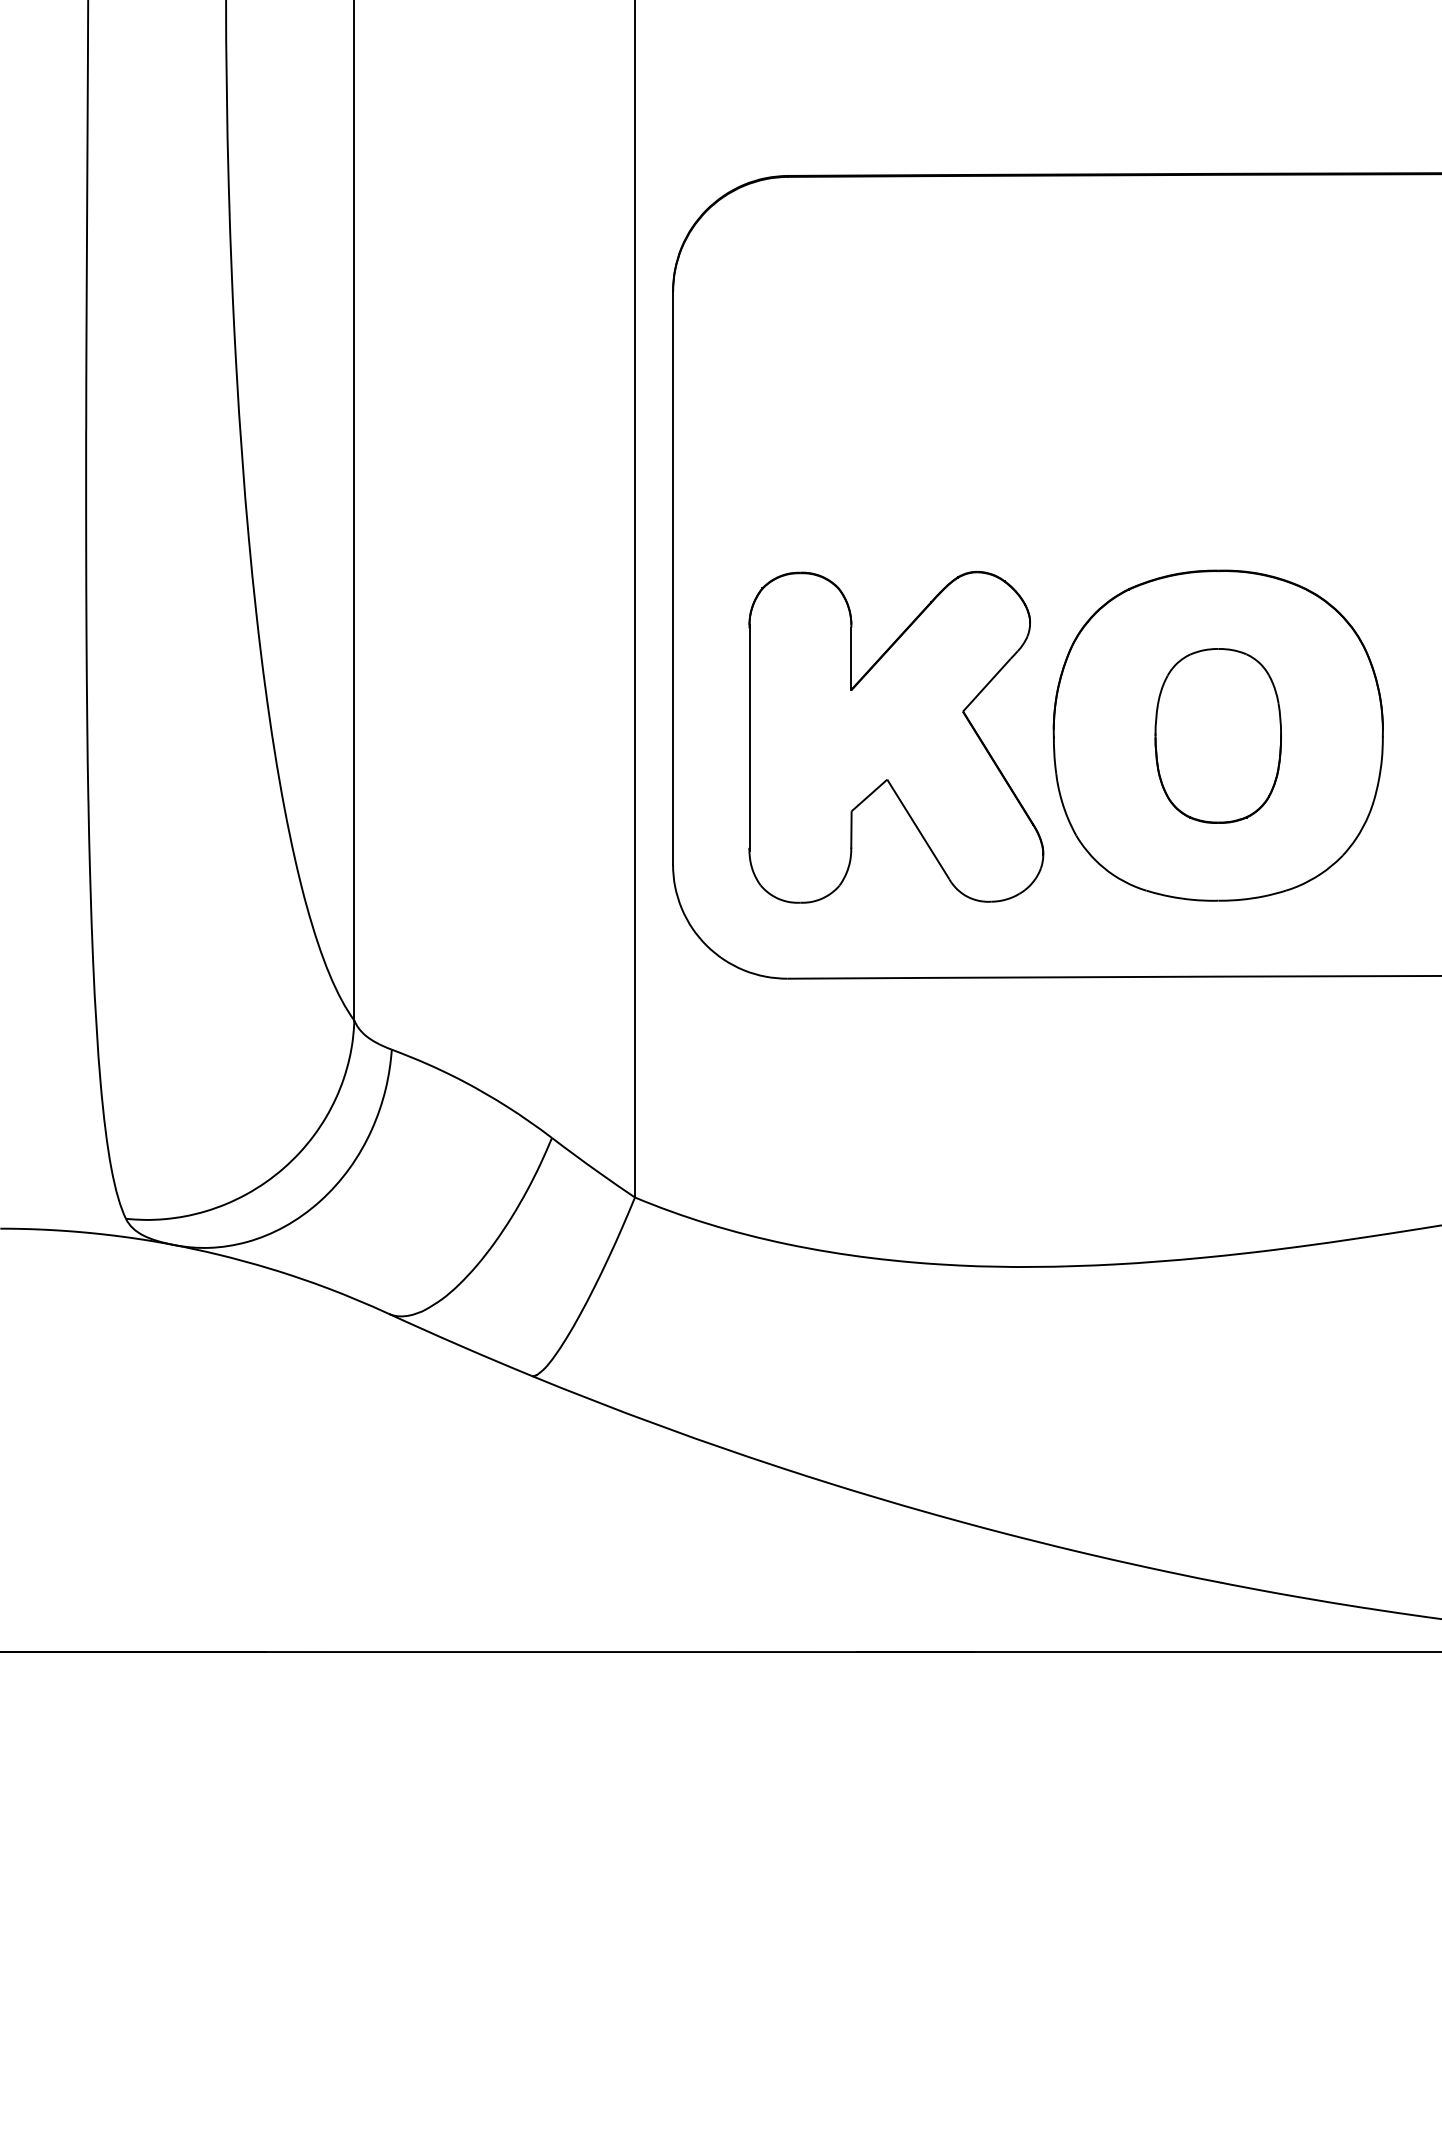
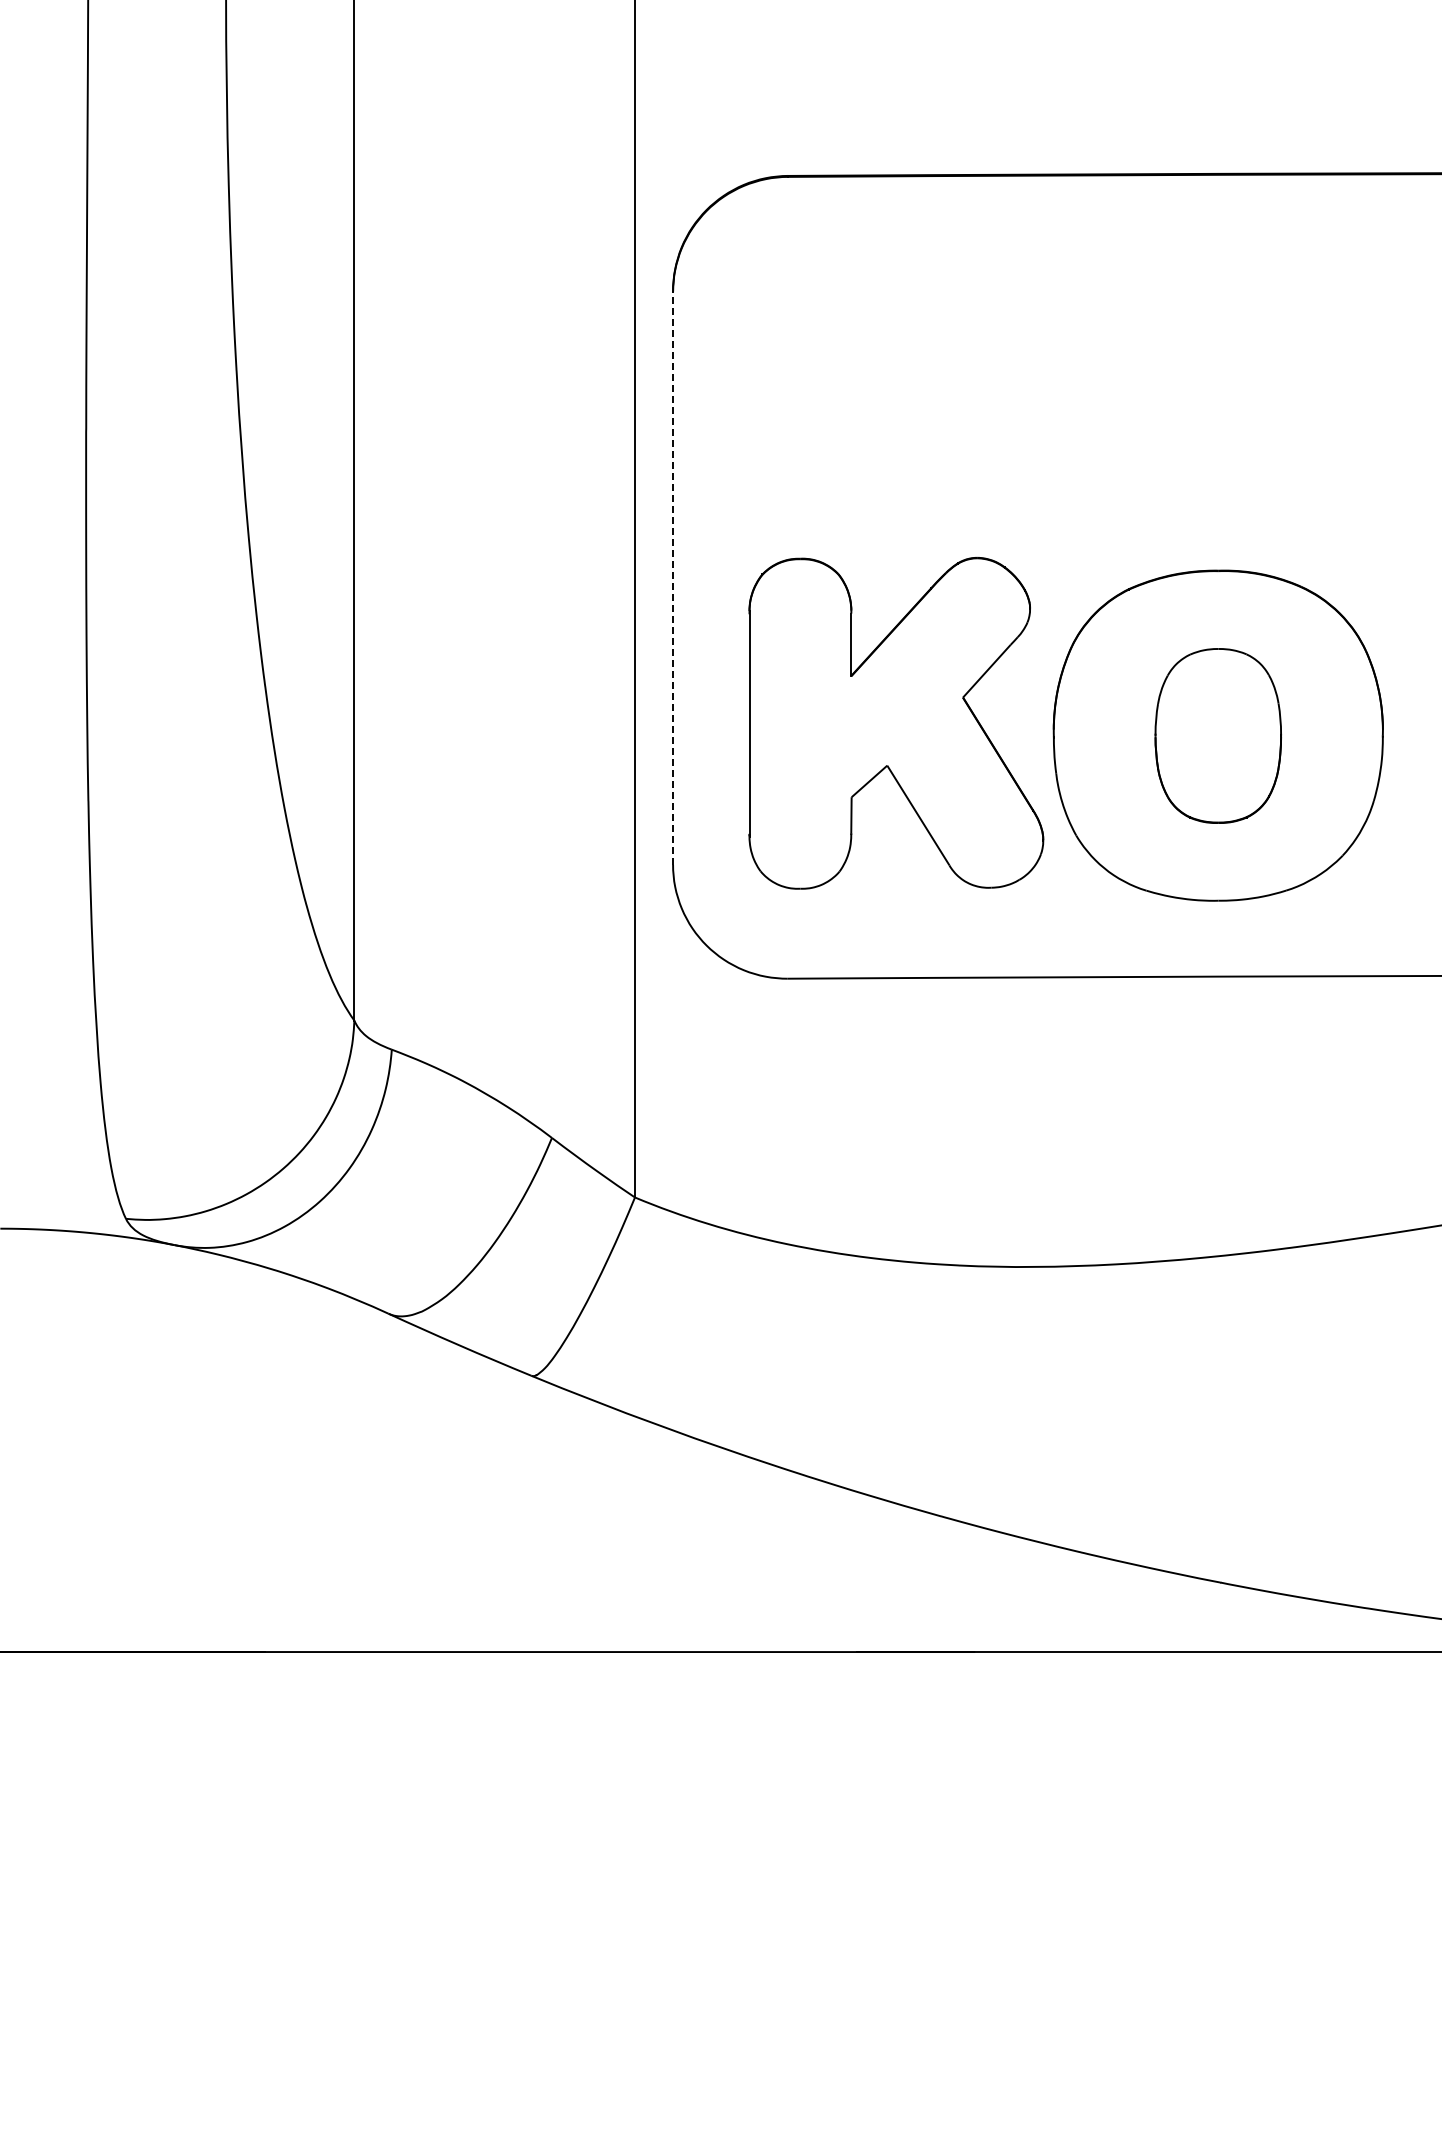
line at (673, 578): solid -> dashed
part at (896, 736) position: (896, 736) -> (896, 722)
